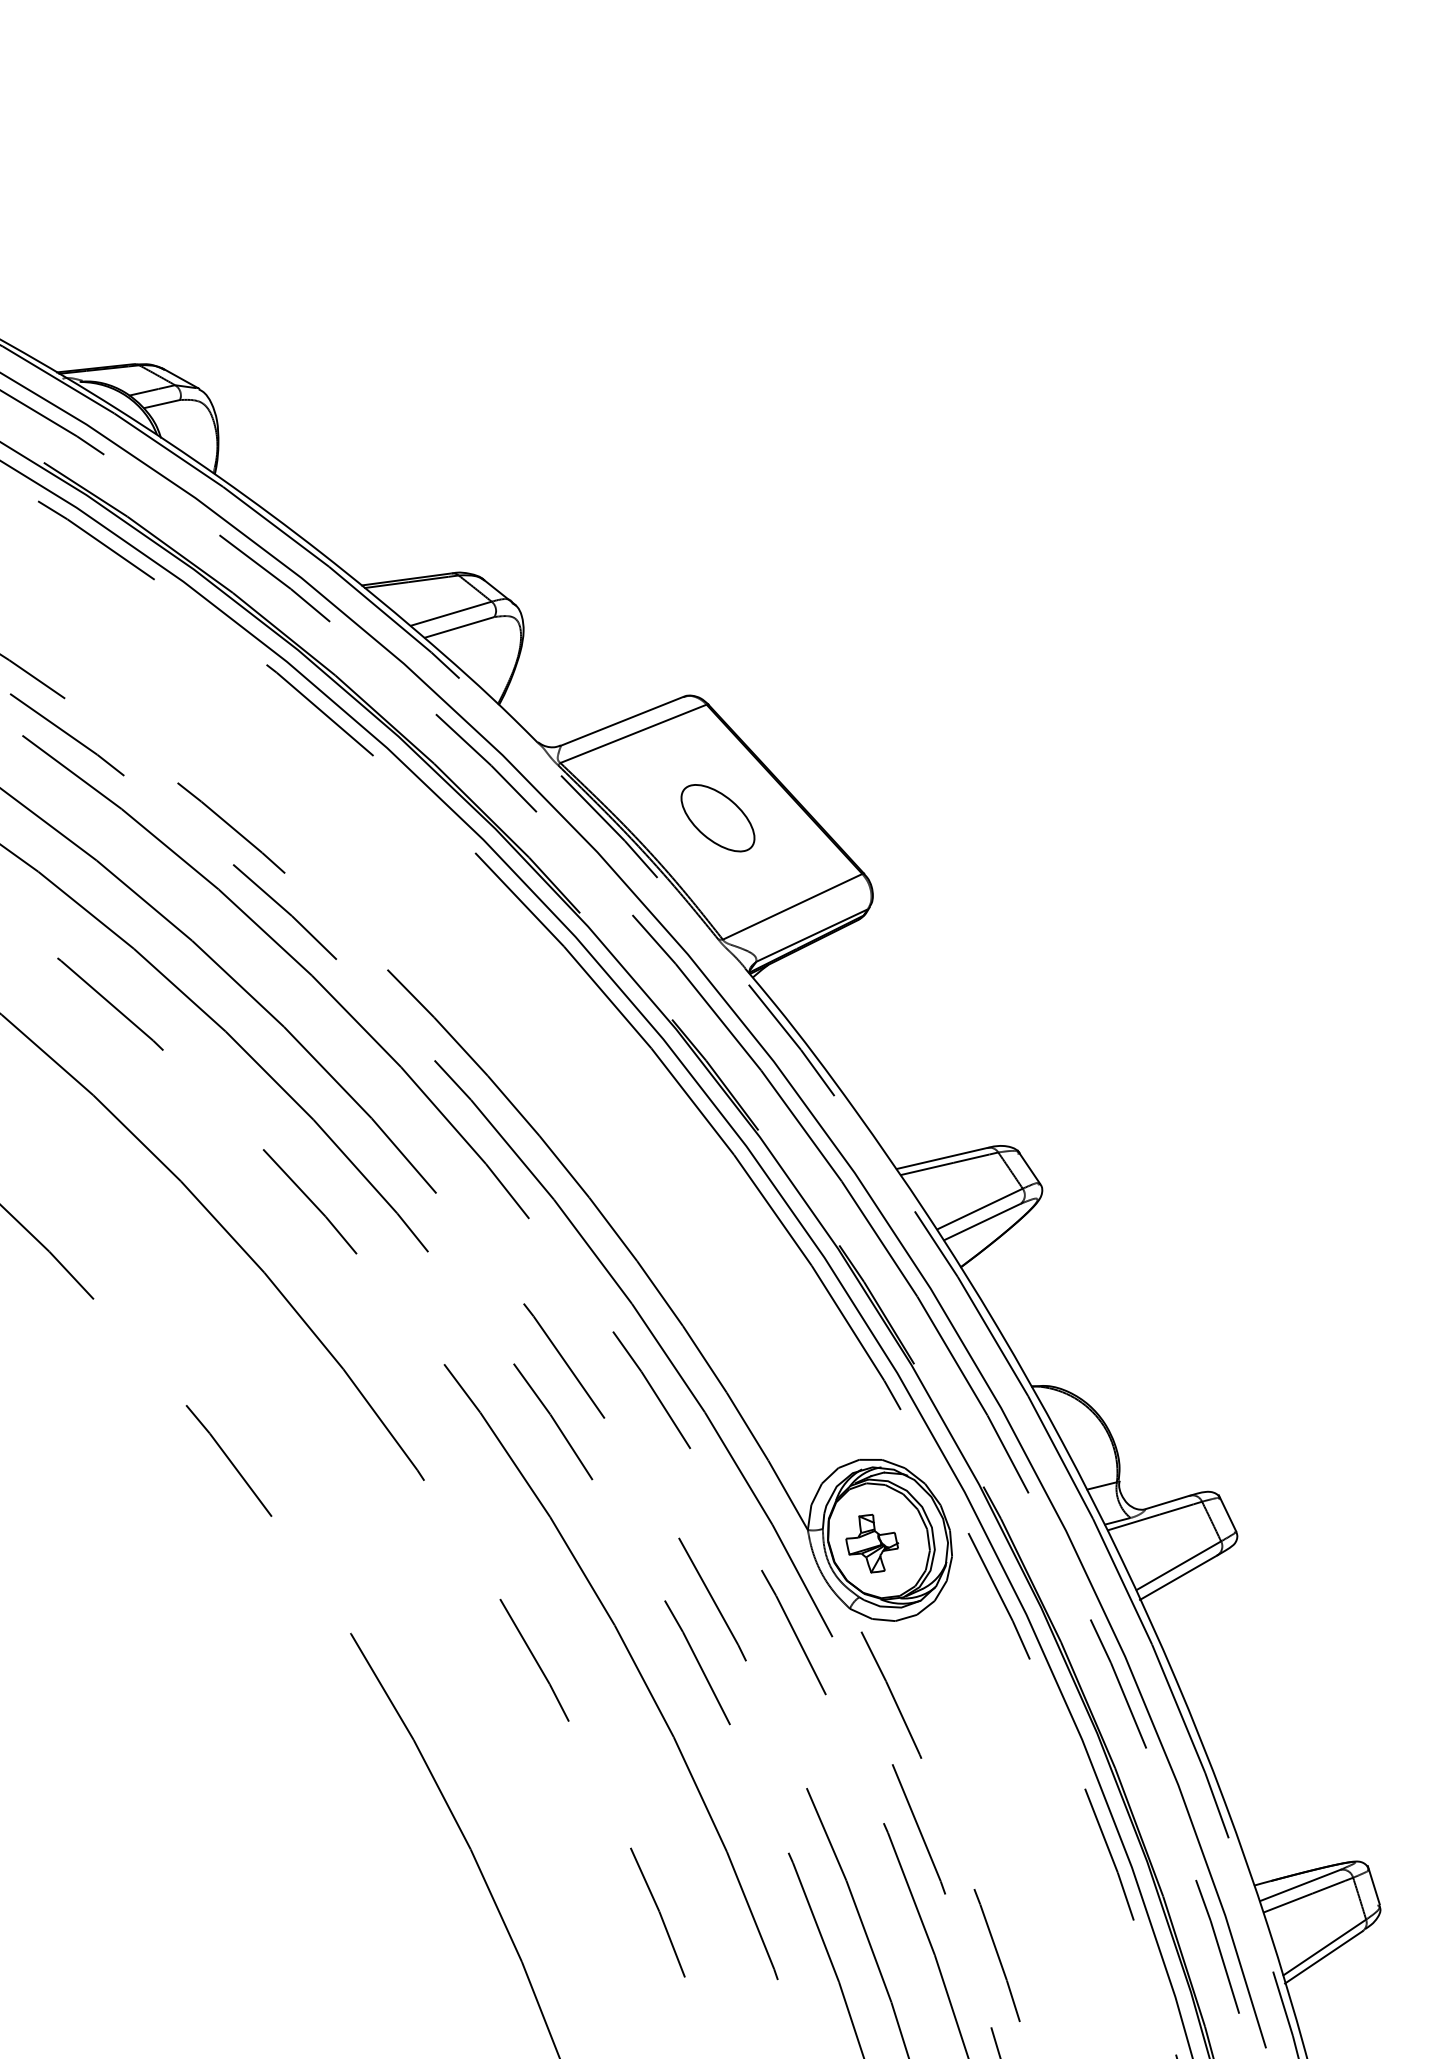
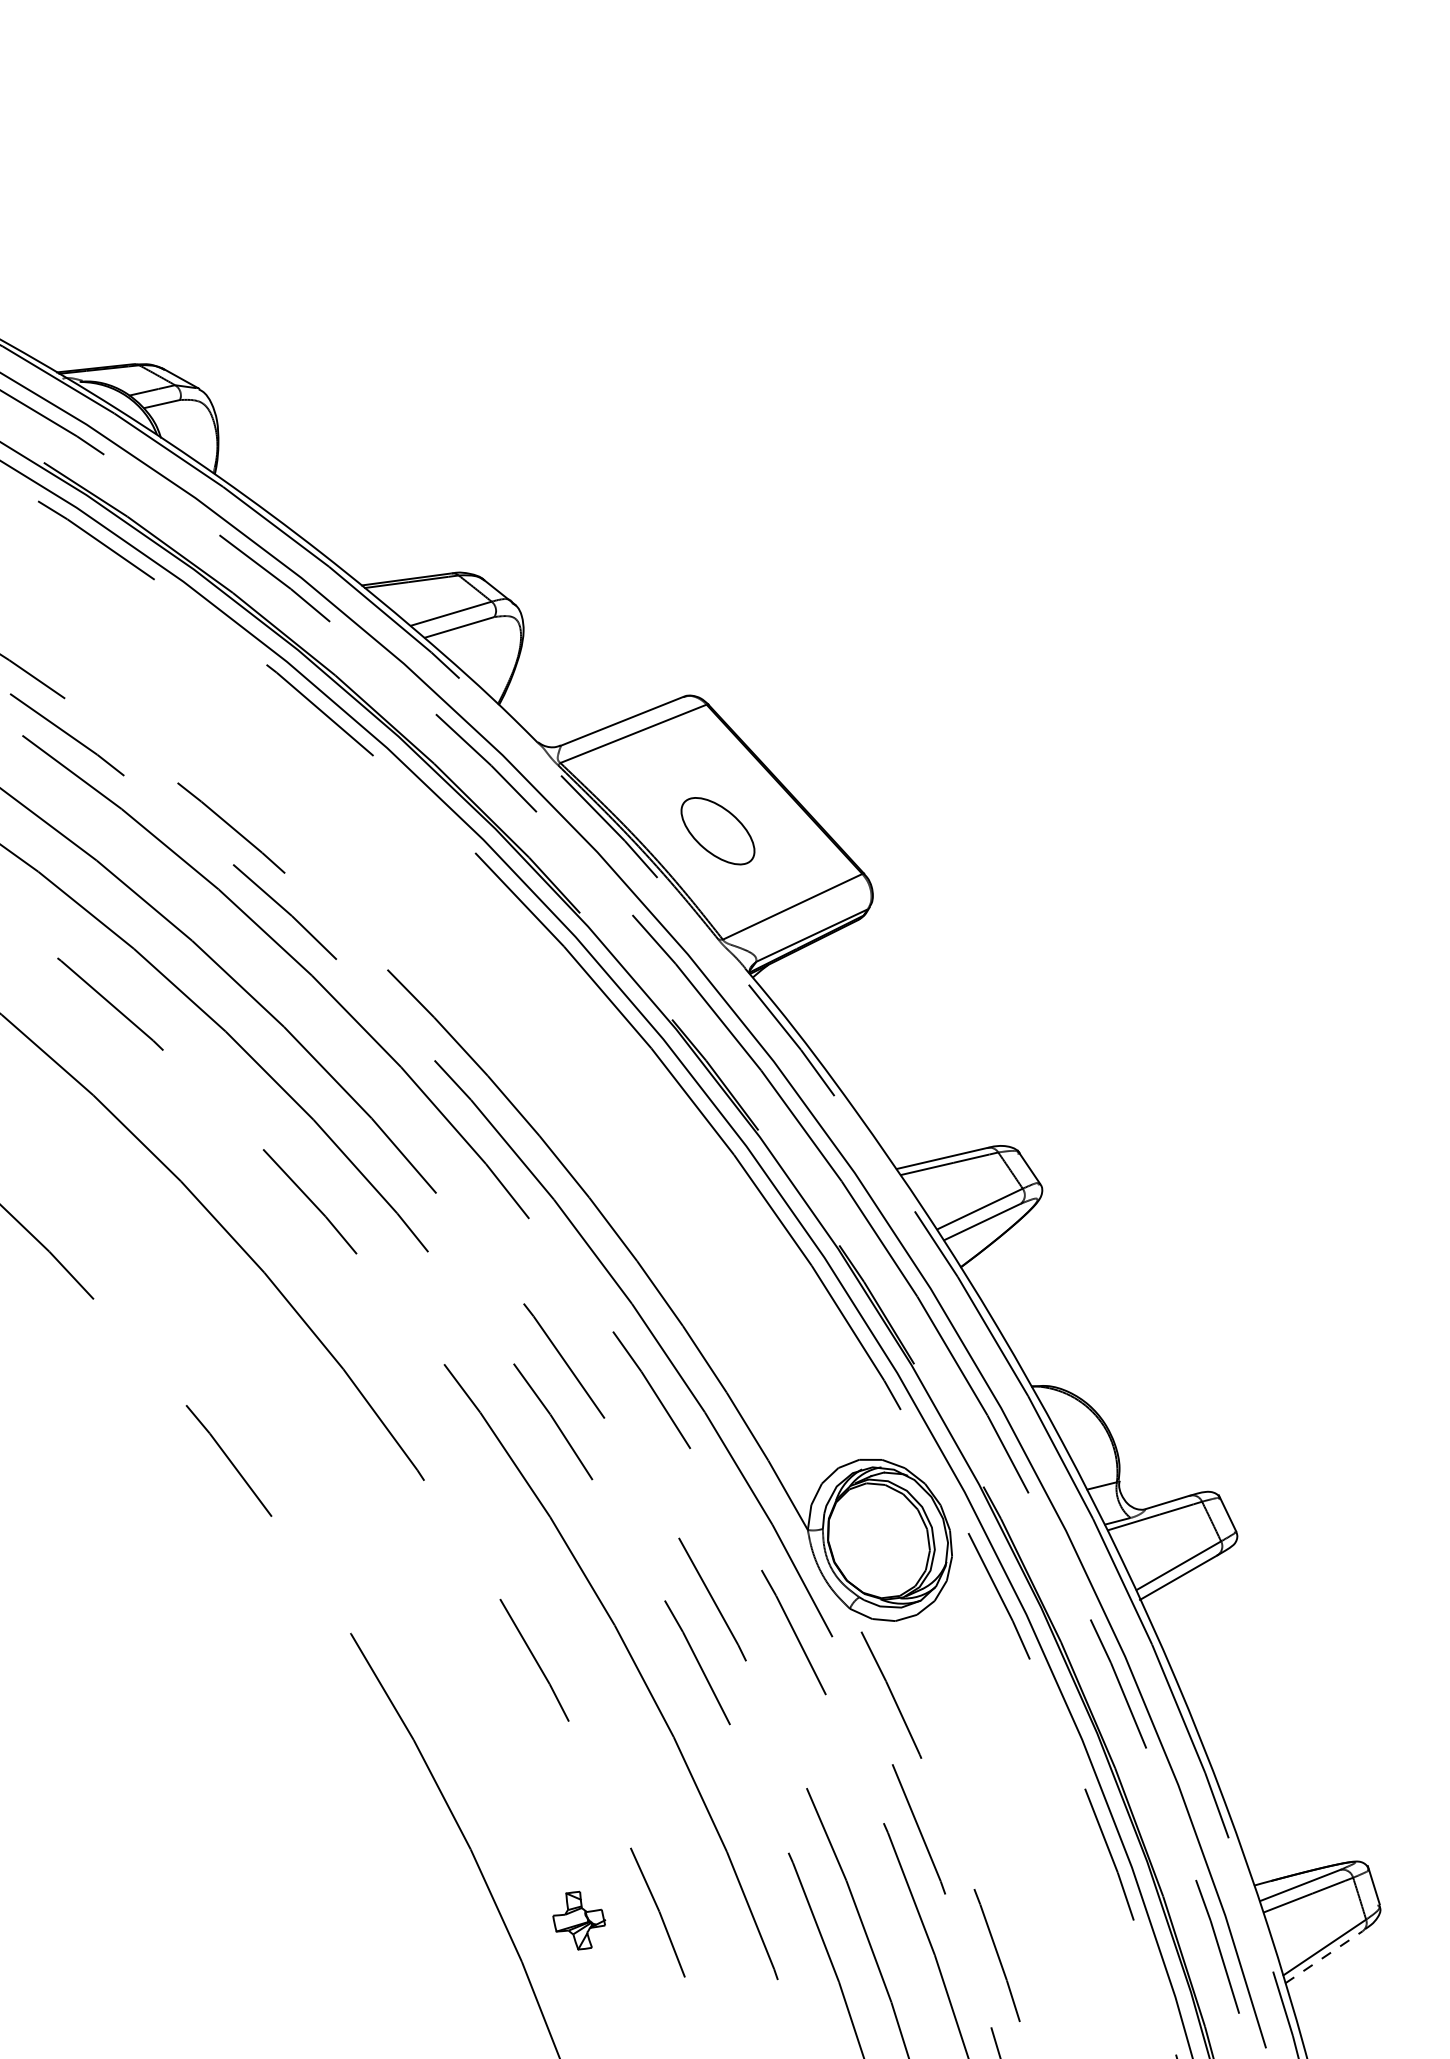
part at (717, 818) position: (717, 818) -> (717, 831)
part at (872, 1543) position: (872, 1543) -> (579, 1920)
line at (1323, 1957): solid -> dashed
